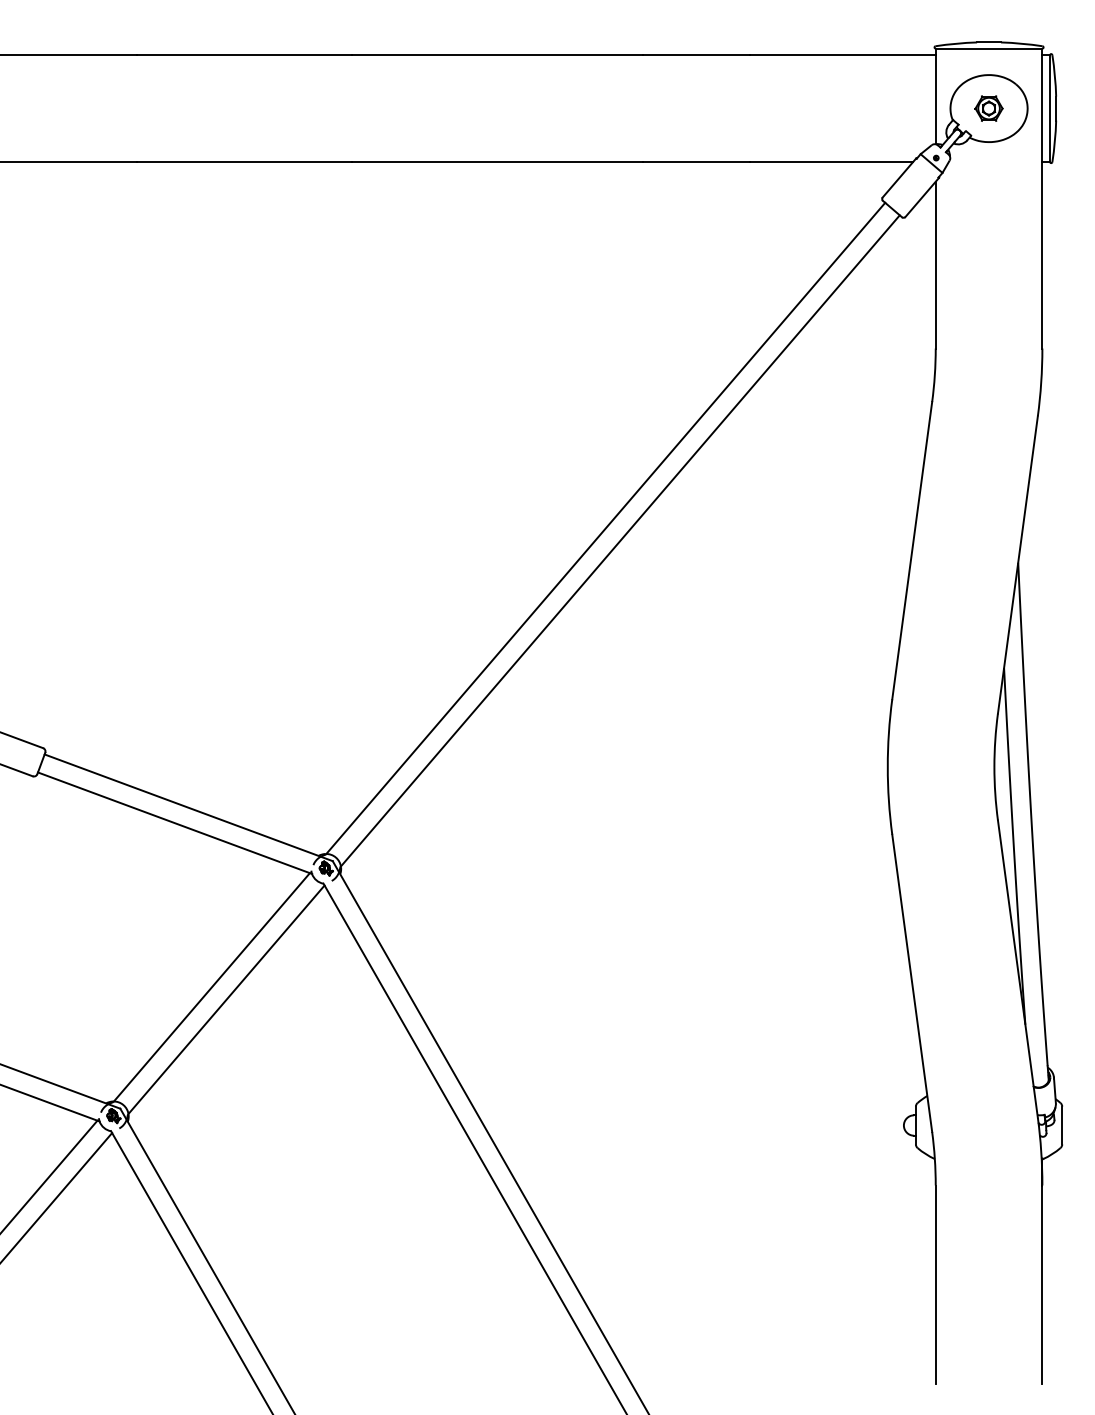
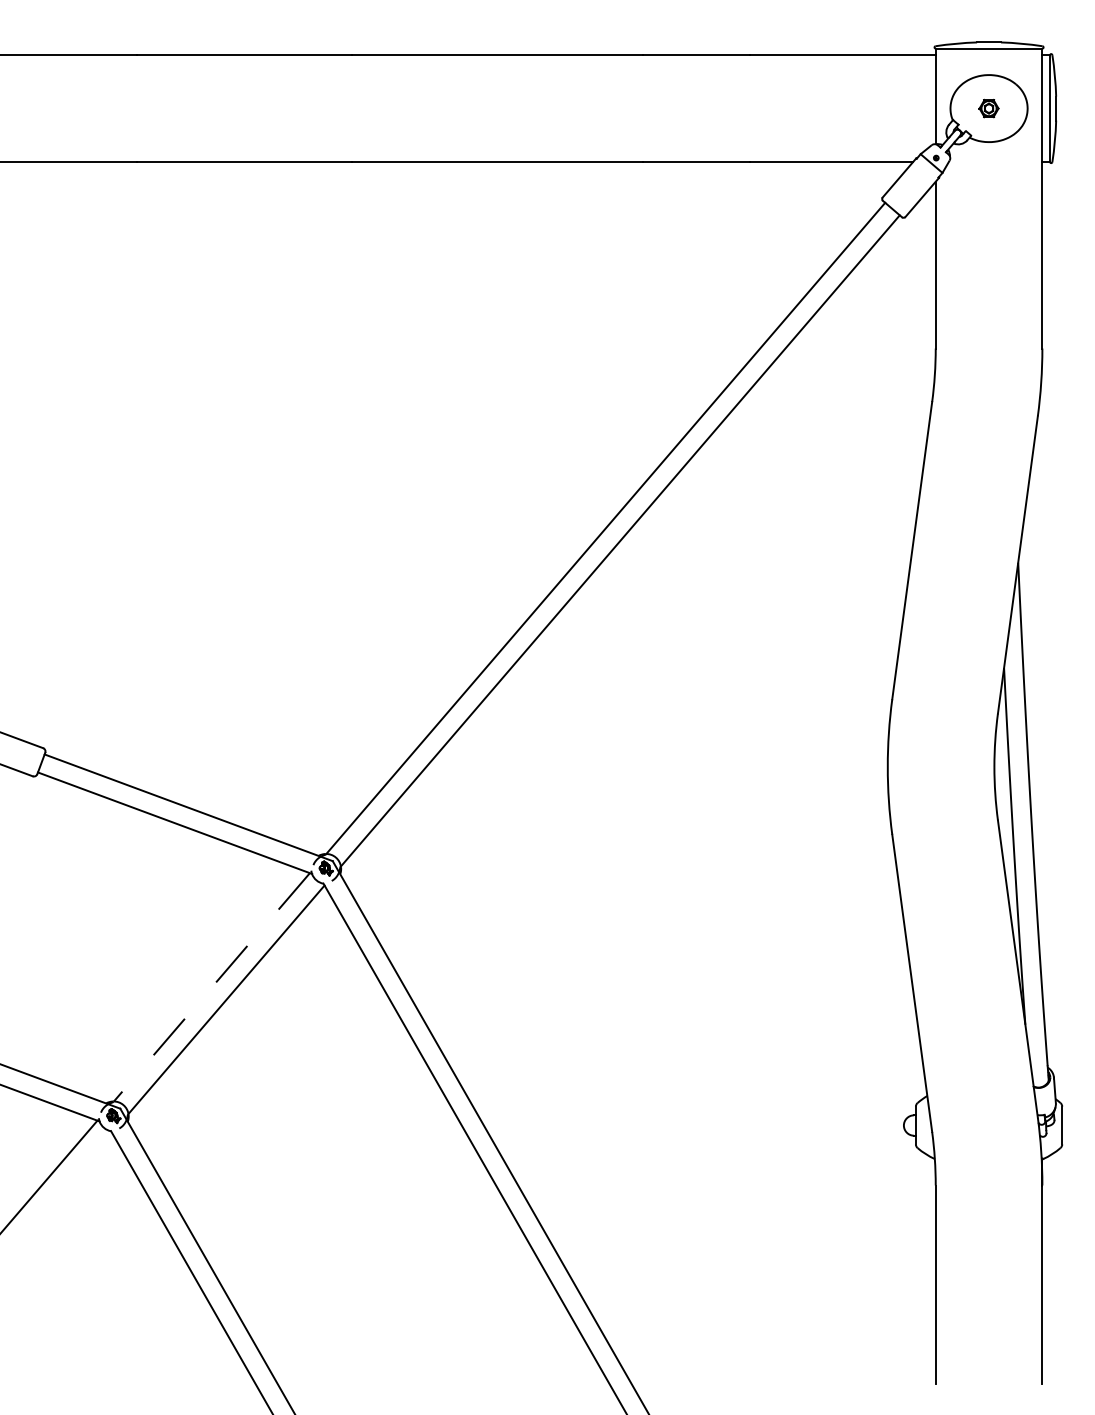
part at (988, 108) size: 30x27 px -> 22x21 px
line at (211, 987): solid -> dashed
line at (57, 1197): present -> none
